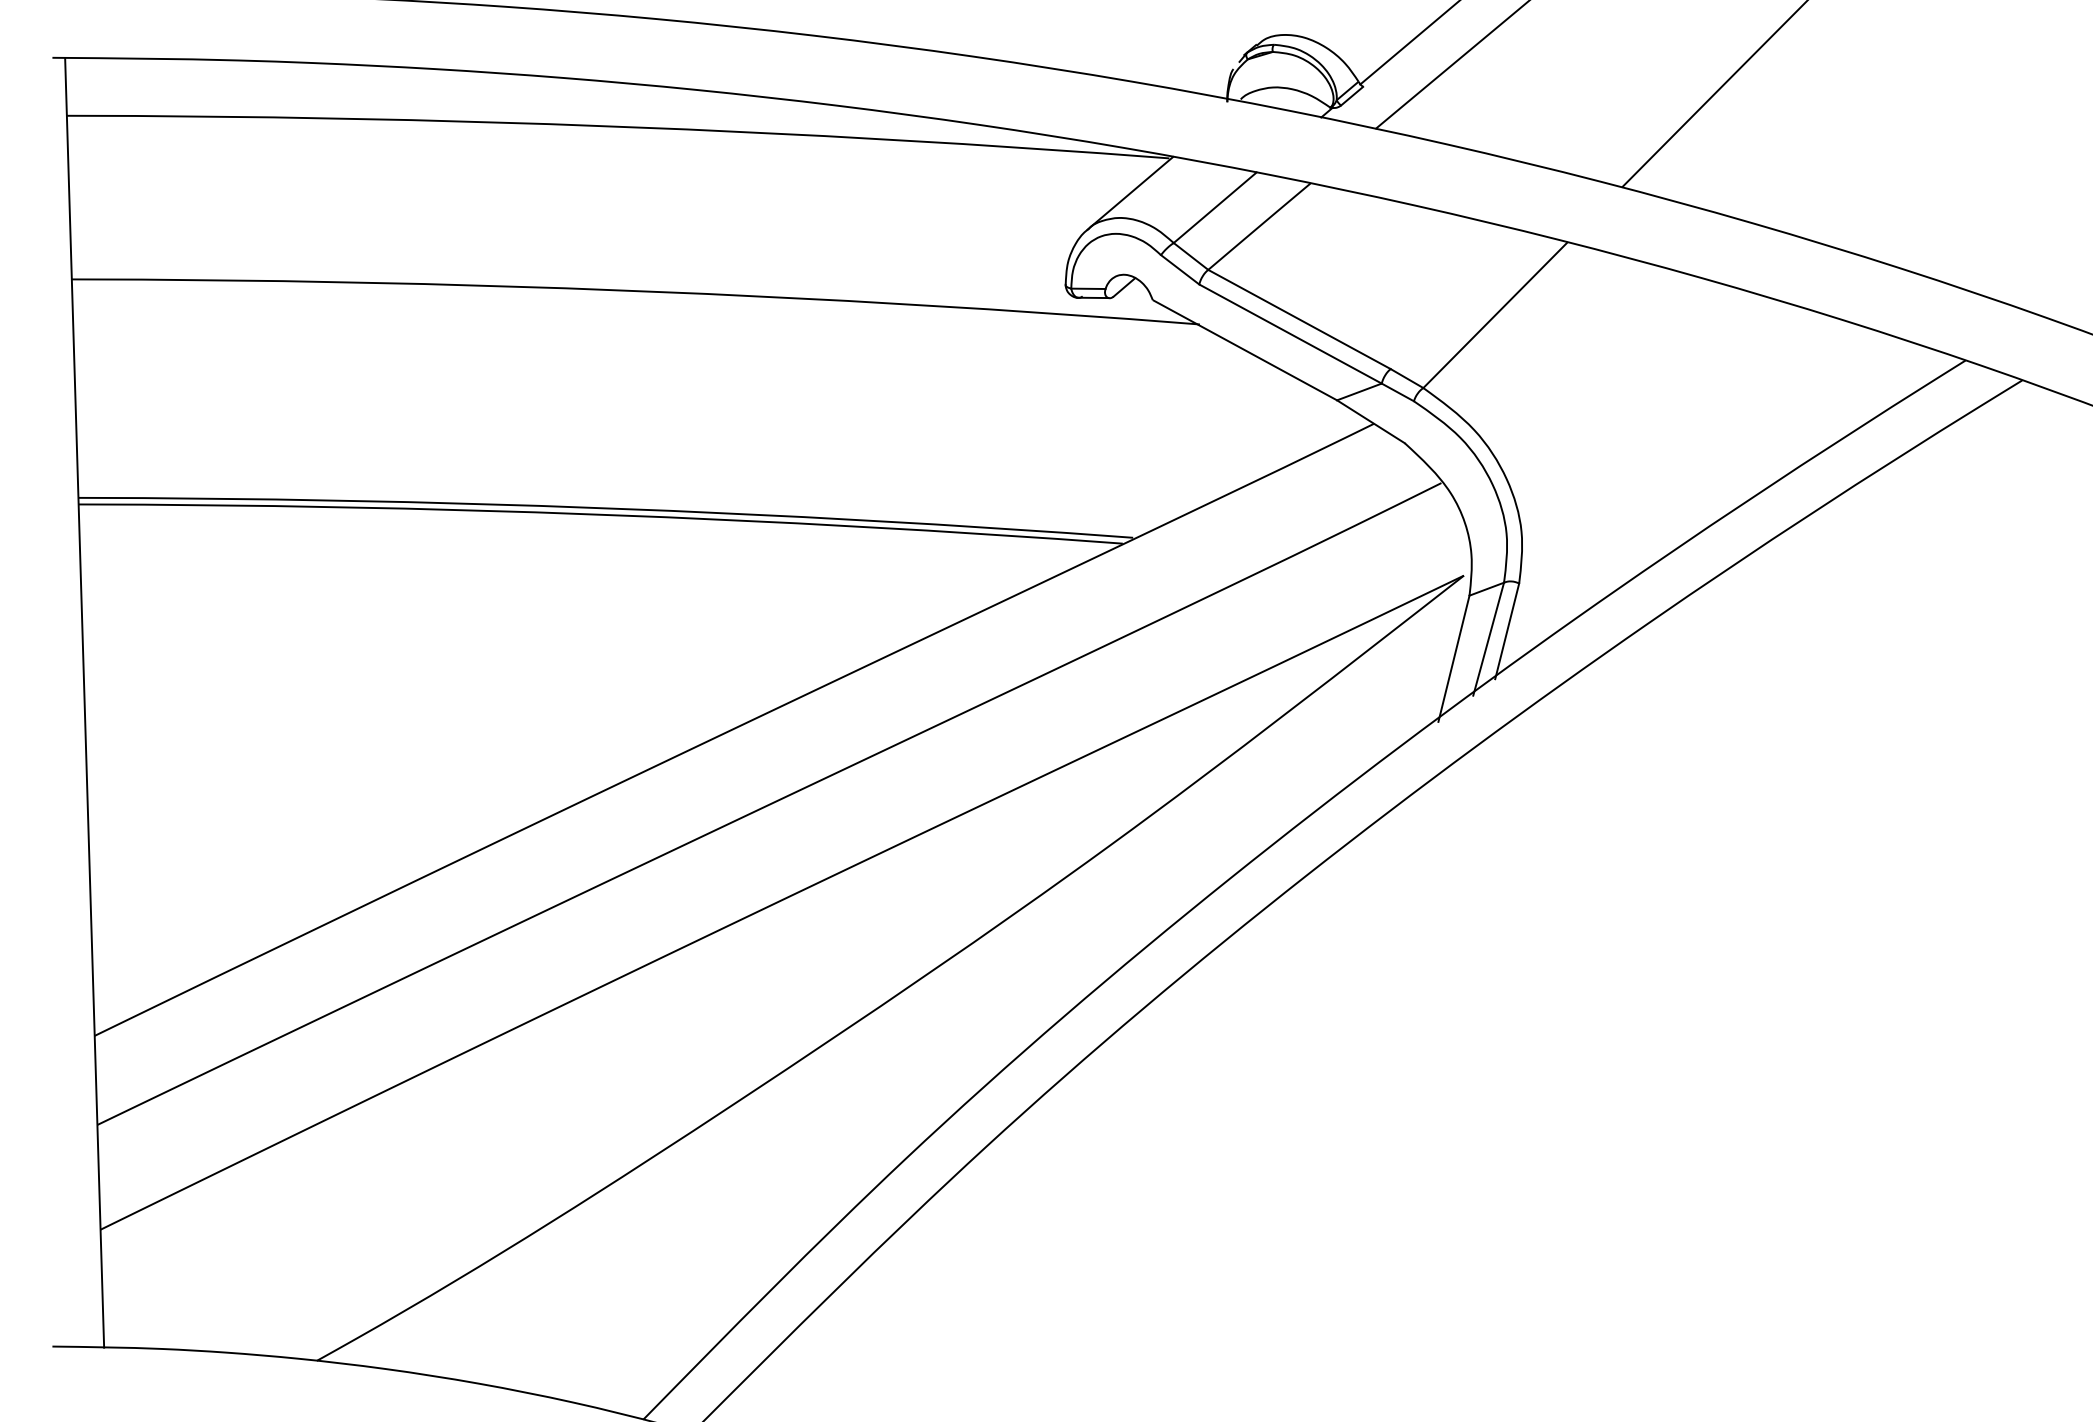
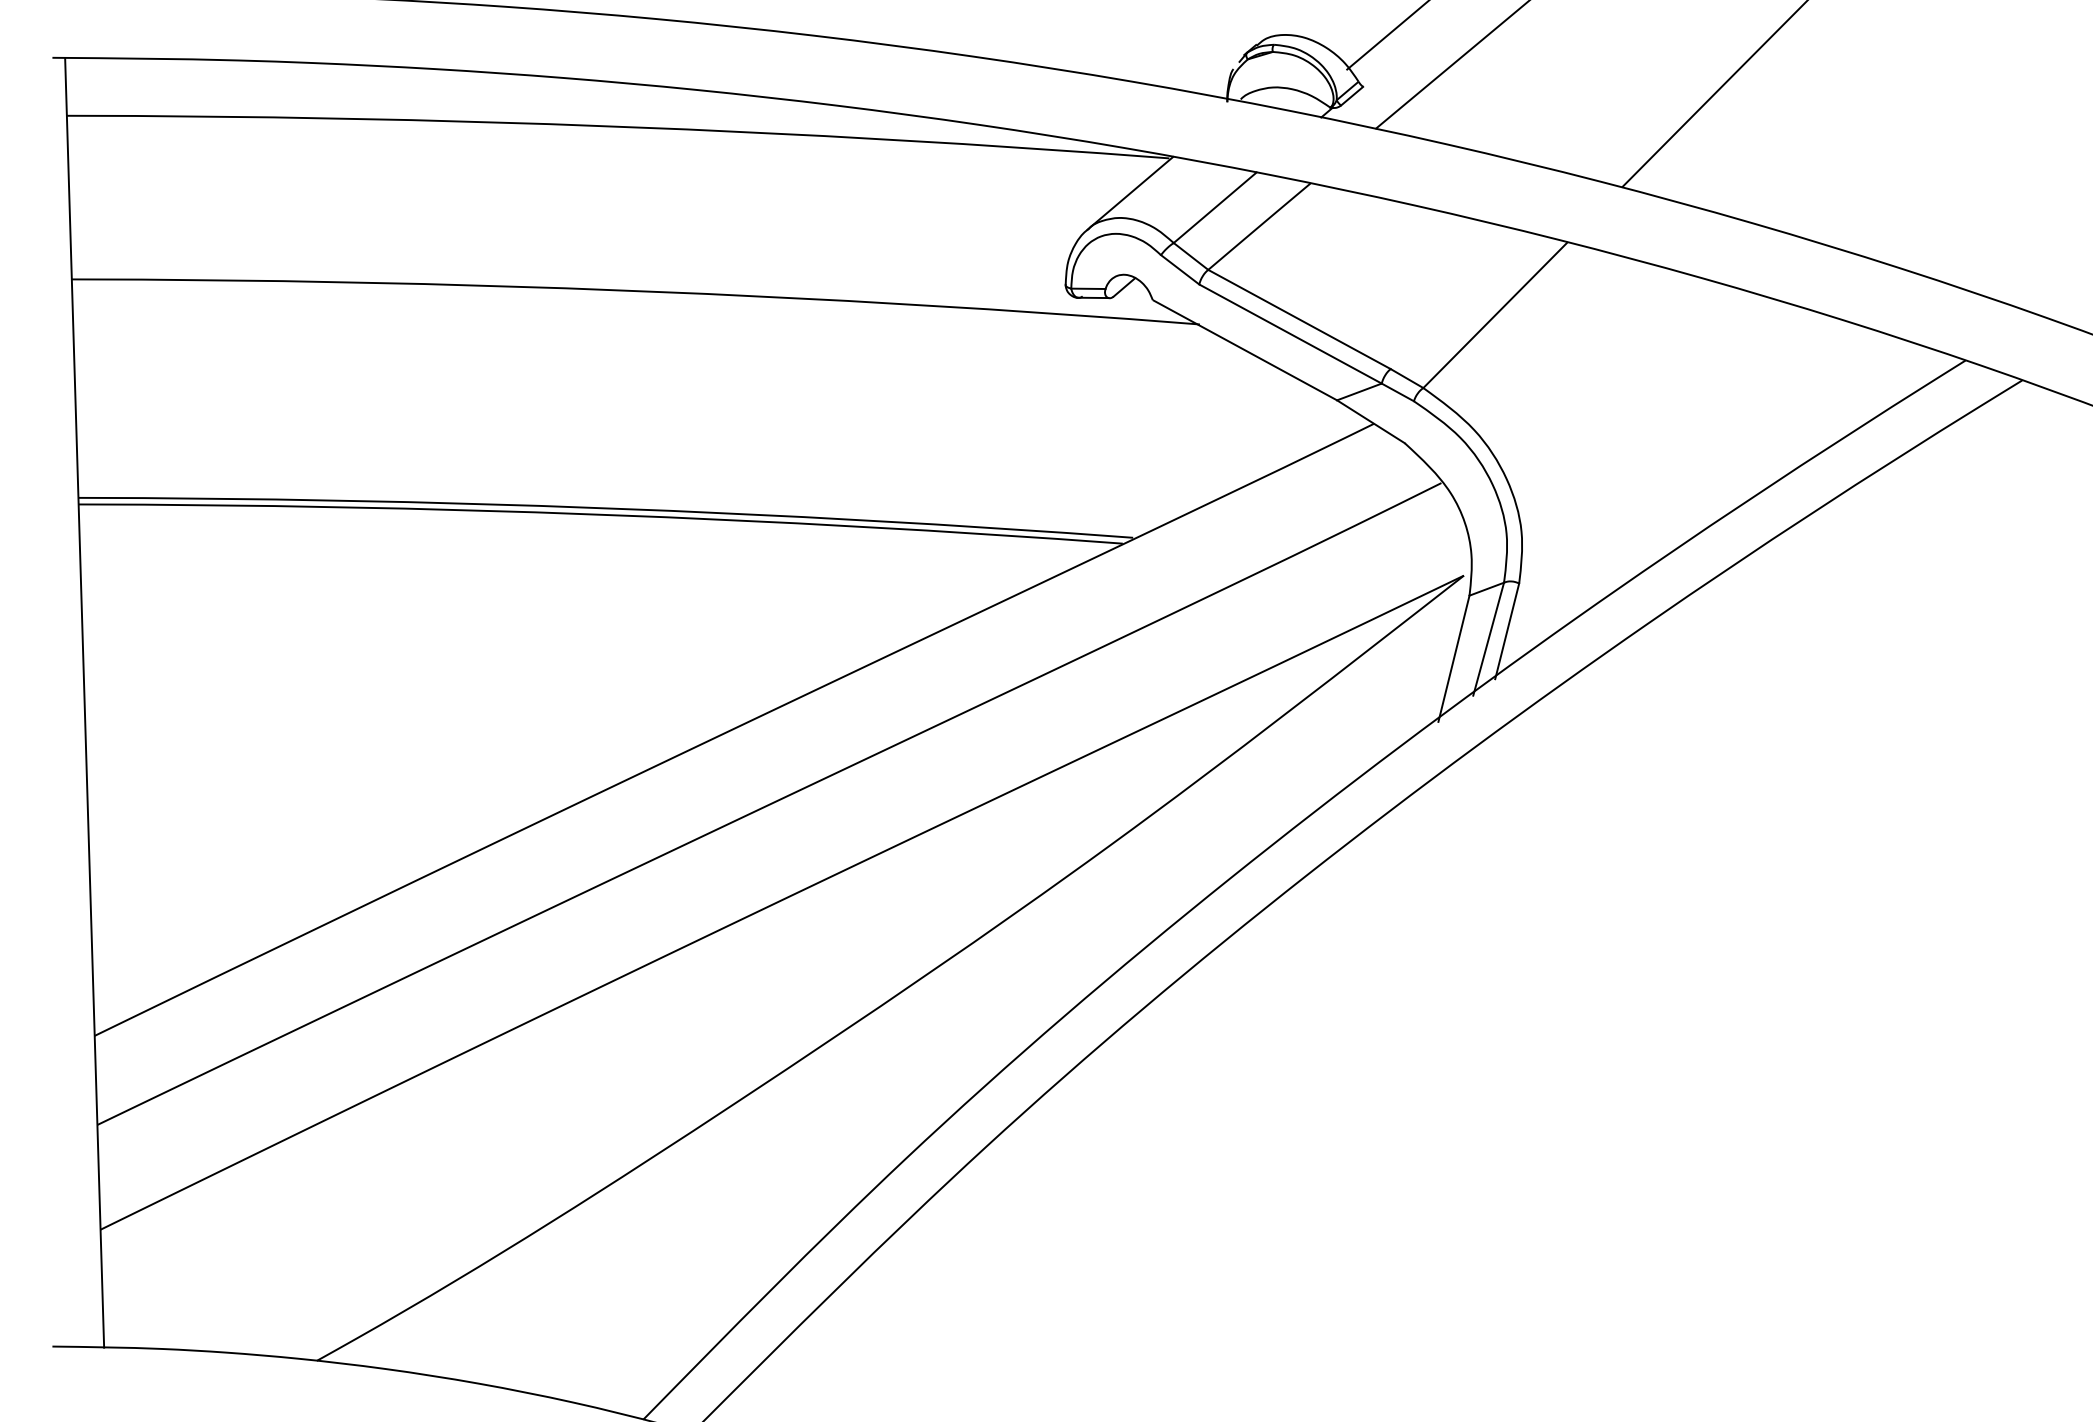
line at (1408, 43) position: (1408, 43) -> (1386, 35)
